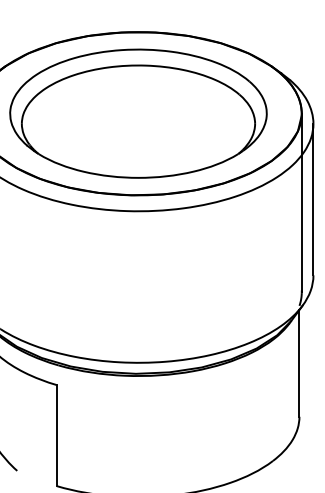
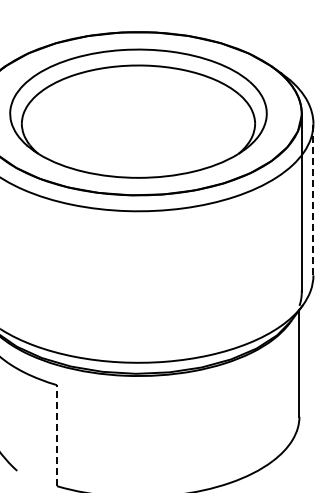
line at (313, 199): solid -> dashed
line at (57, 435): solid -> dashed
